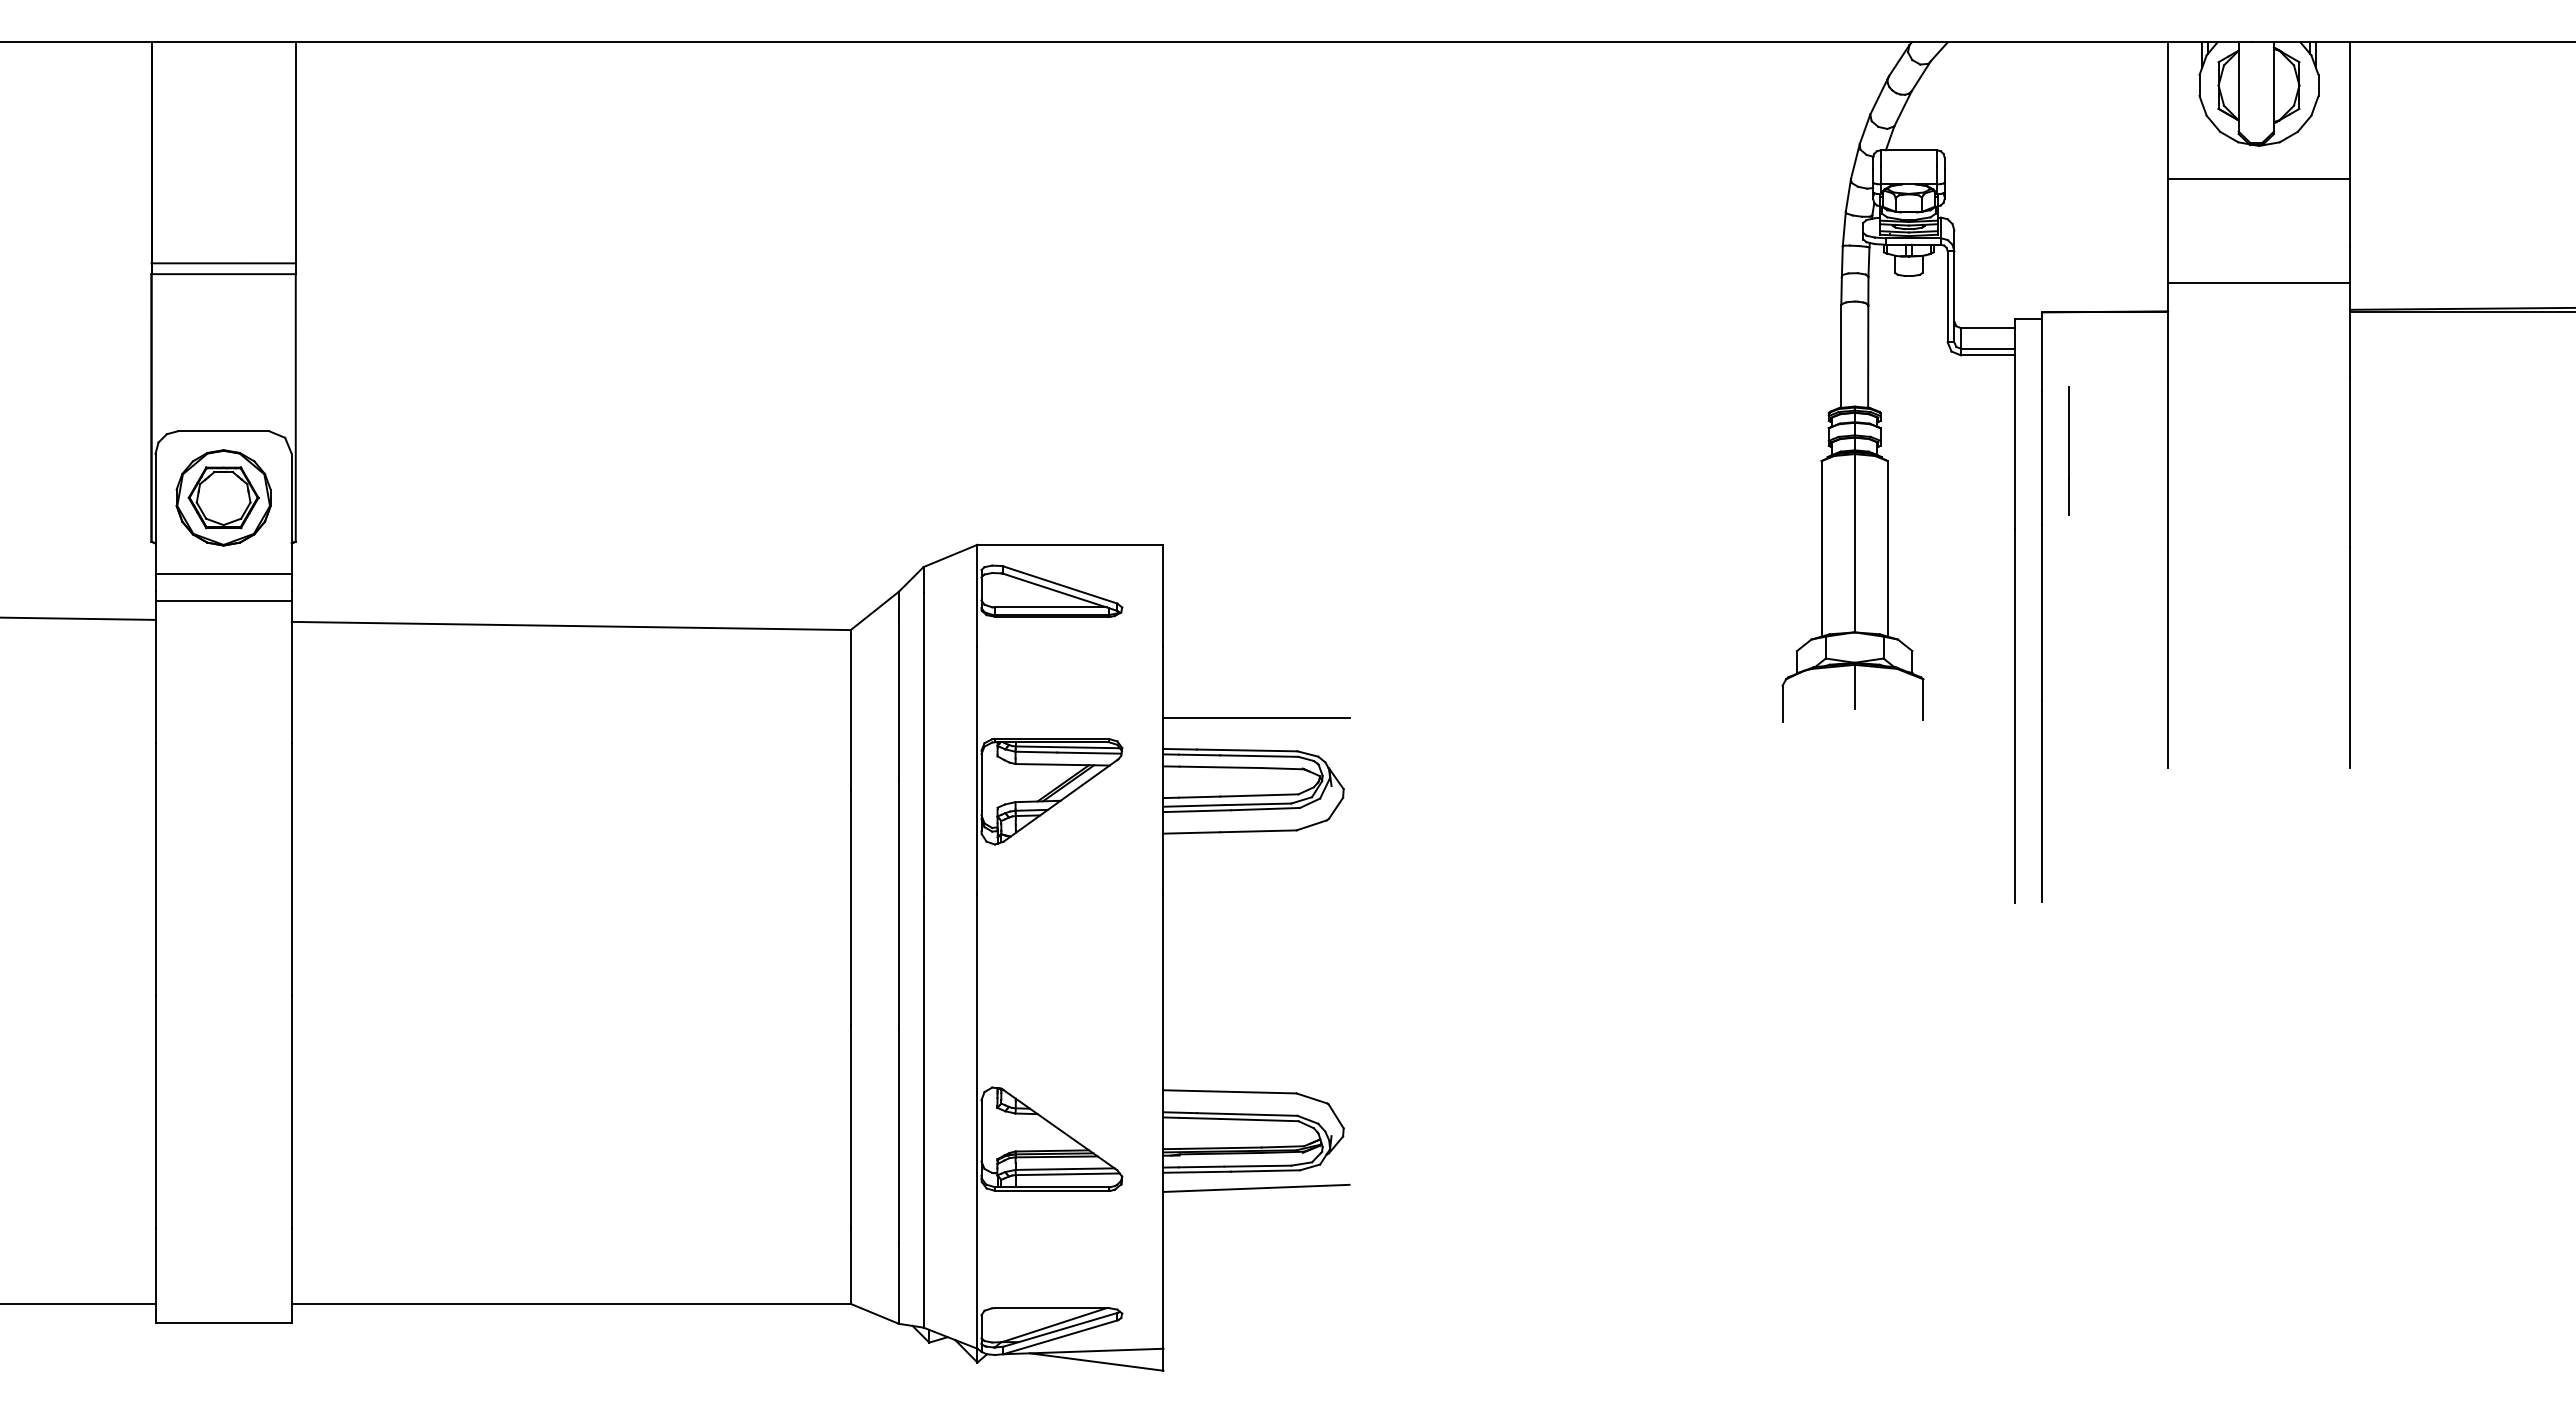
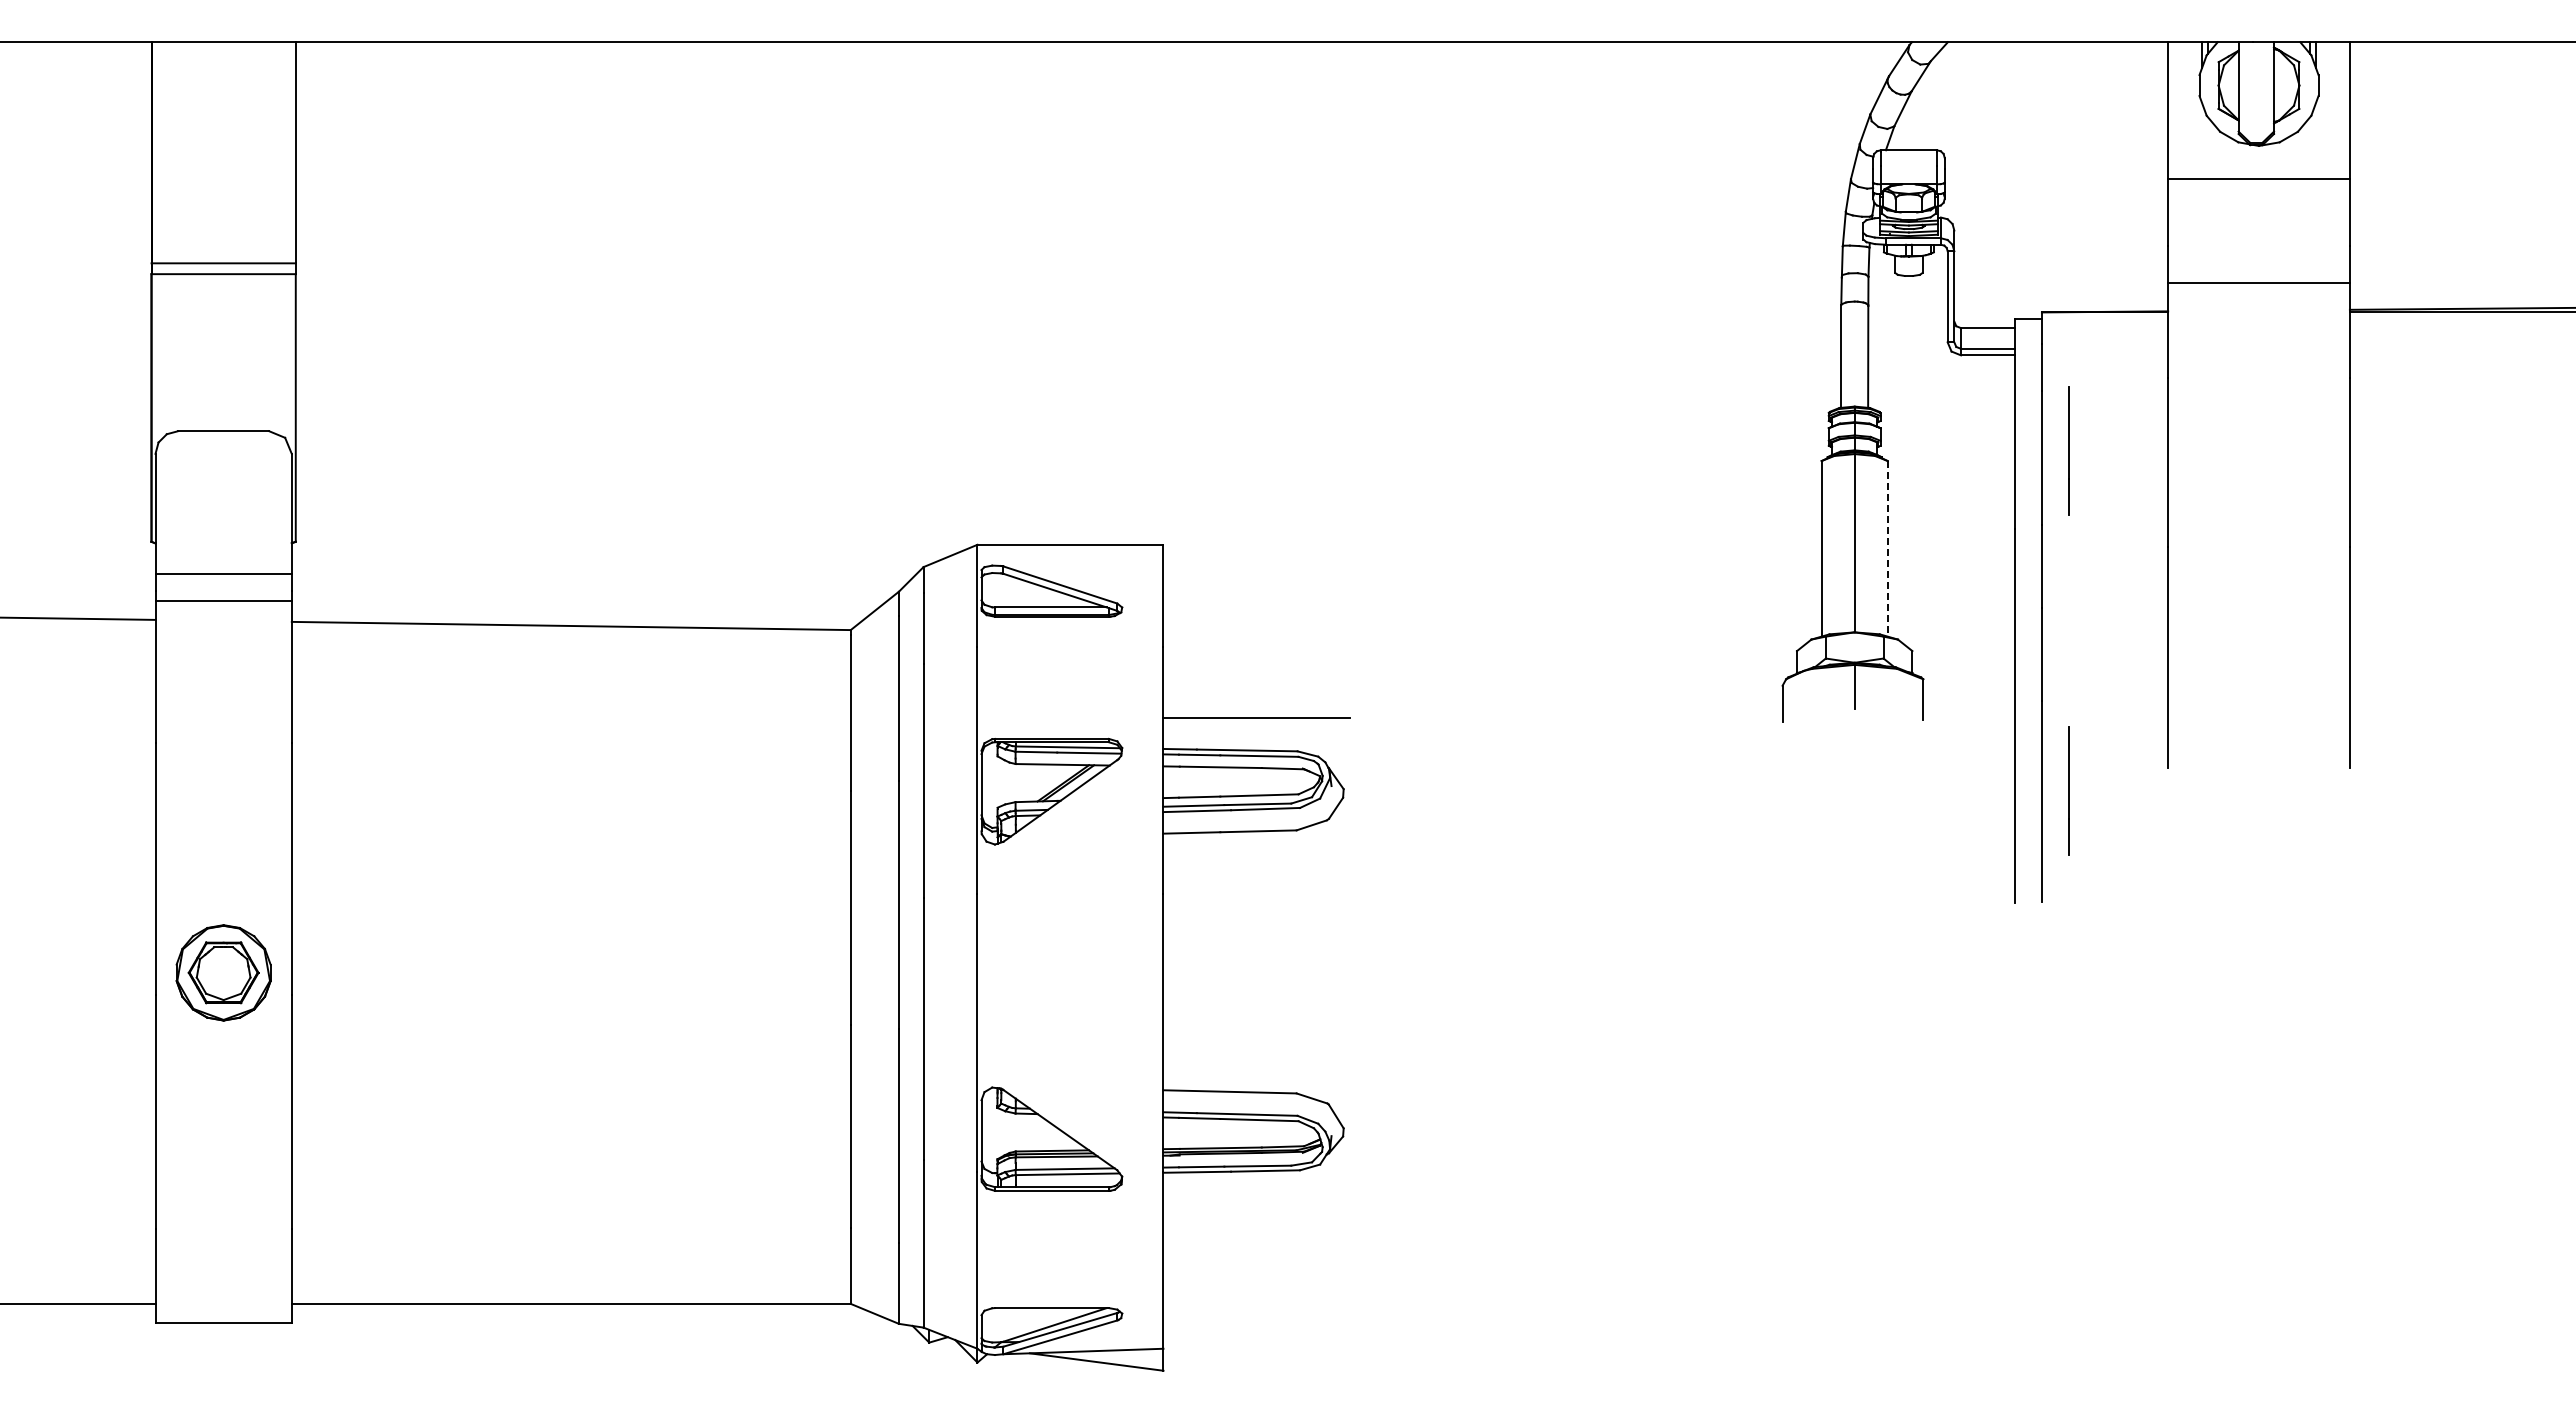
part at (223, 497) position: (223, 497) -> (223, 972)
line at (1887, 548): solid -> dashed
line at (2068, 790): none -> present
line at (1256, 1187): present -> none
